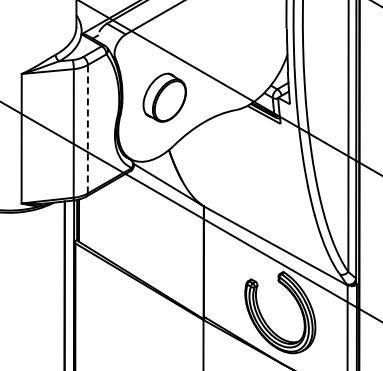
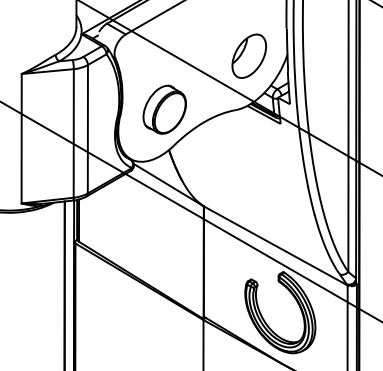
part at (248, 55): none -> present
part at (164, 97) position: (164, 97) -> (164, 109)
line at (87, 128): dashed -> solid
